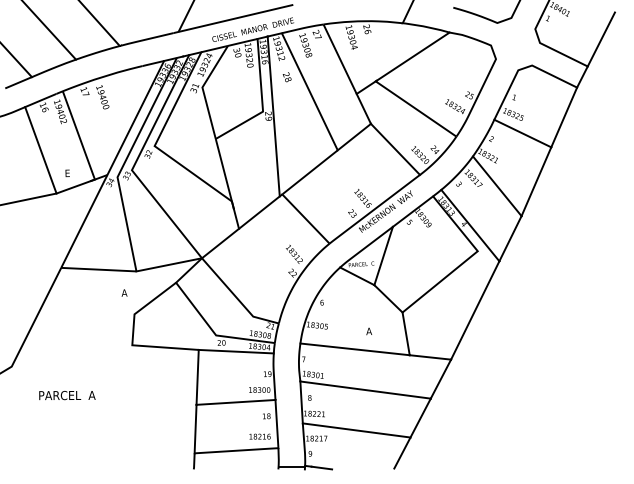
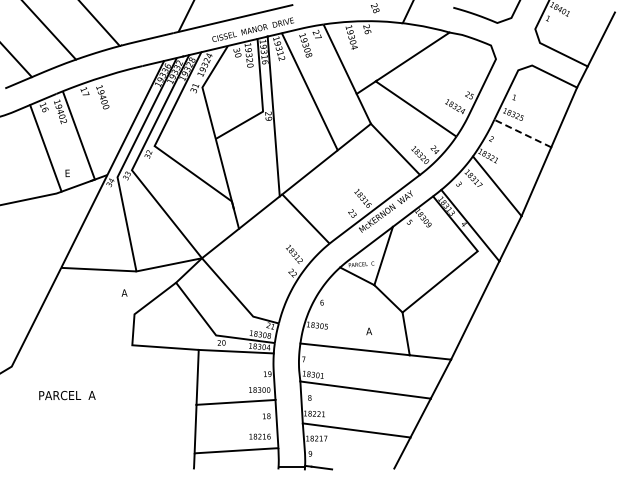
text at (286, 77) position: (286, 77) -> (374, 8)
line at (522, 133): solid -> dashed
line at (40, 150) position: (40, 150) -> (45, 148)
